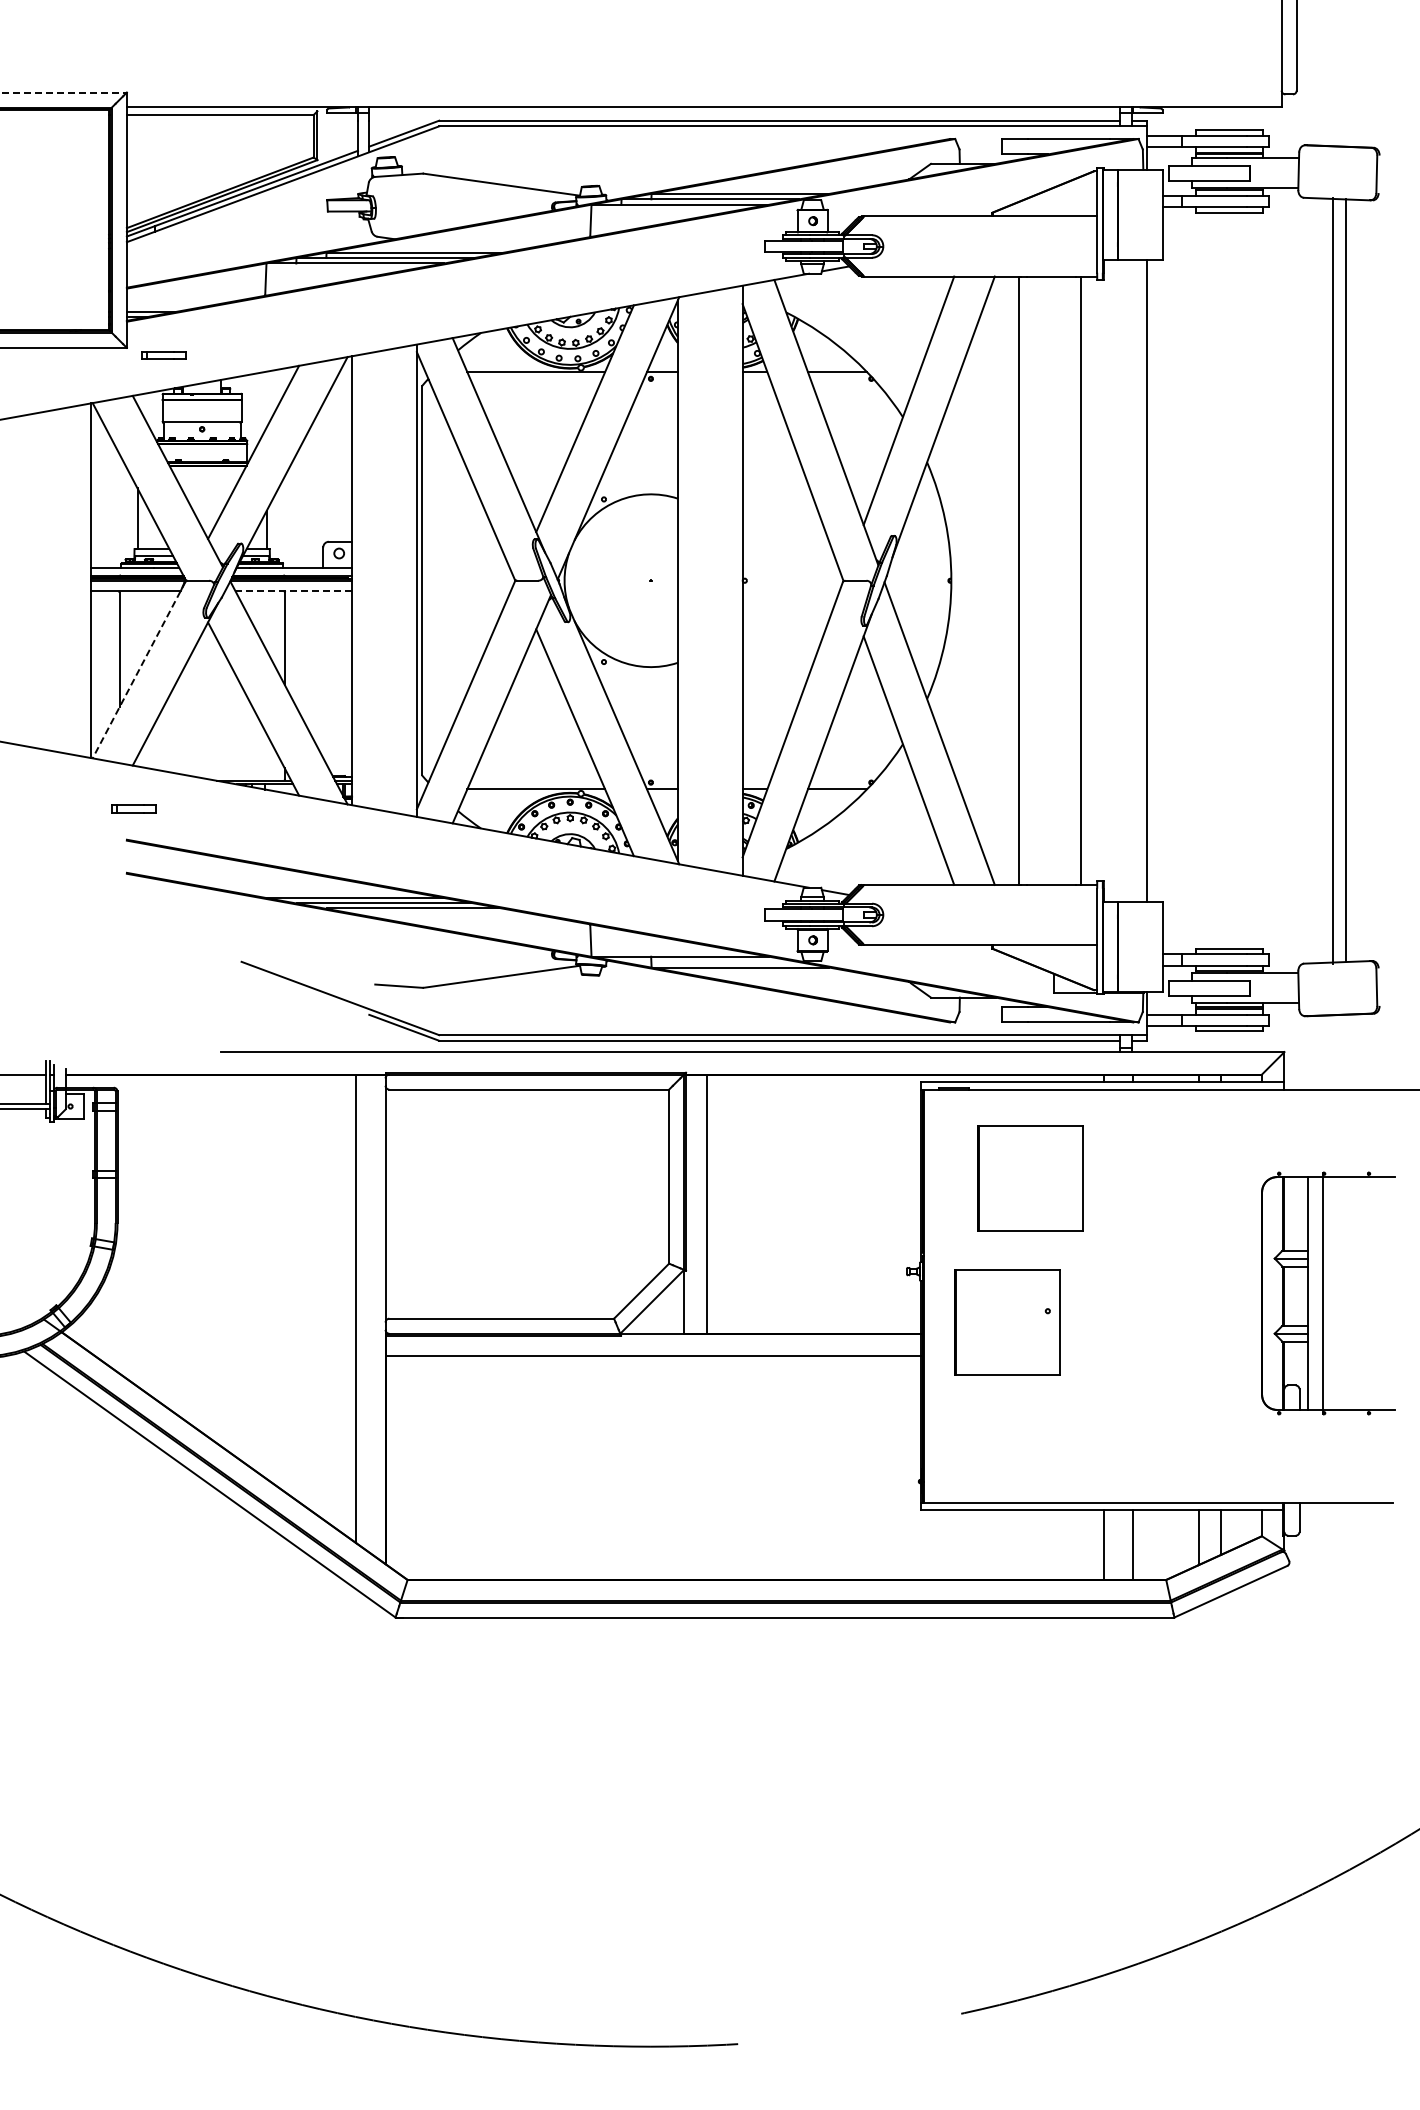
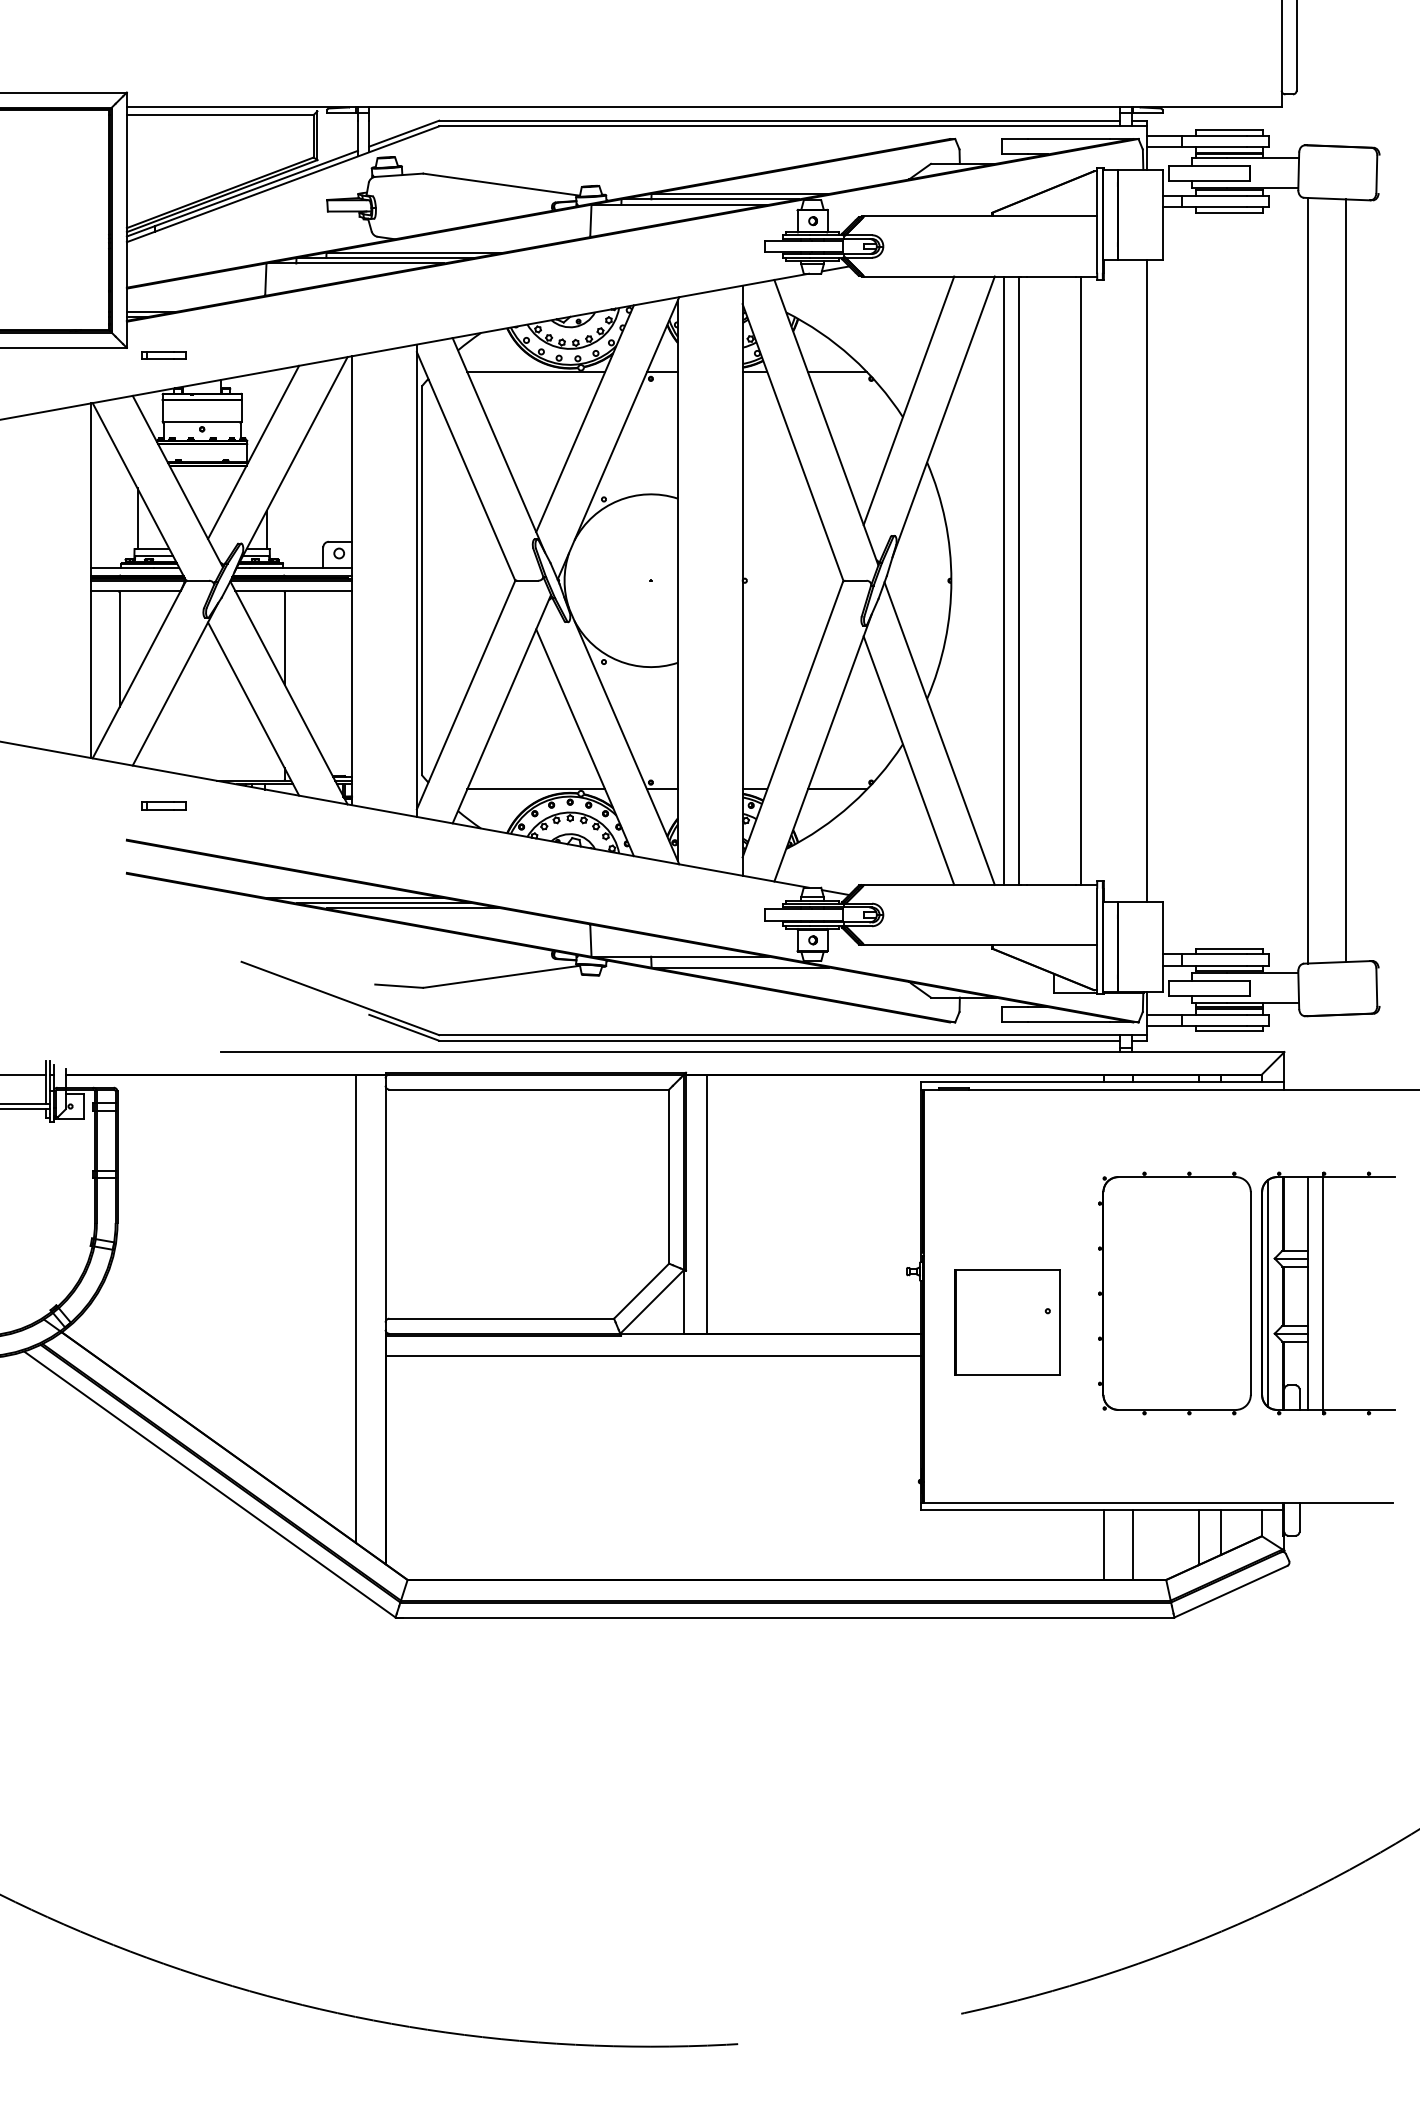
line at (64, 92): dashed -> solid
line at (1003, 580): none -> present
line at (1333, 580) position: (1333, 580) -> (1308, 580)
line at (294, 591): dashed -> solid
line at (139, 670): dashed -> solid
part at (133, 808) position: (133, 808) -> (163, 805)
part at (1030, 1178): present -> none
part at (1174, 1293): none -> present
line at (1268, 1293): none -> present
